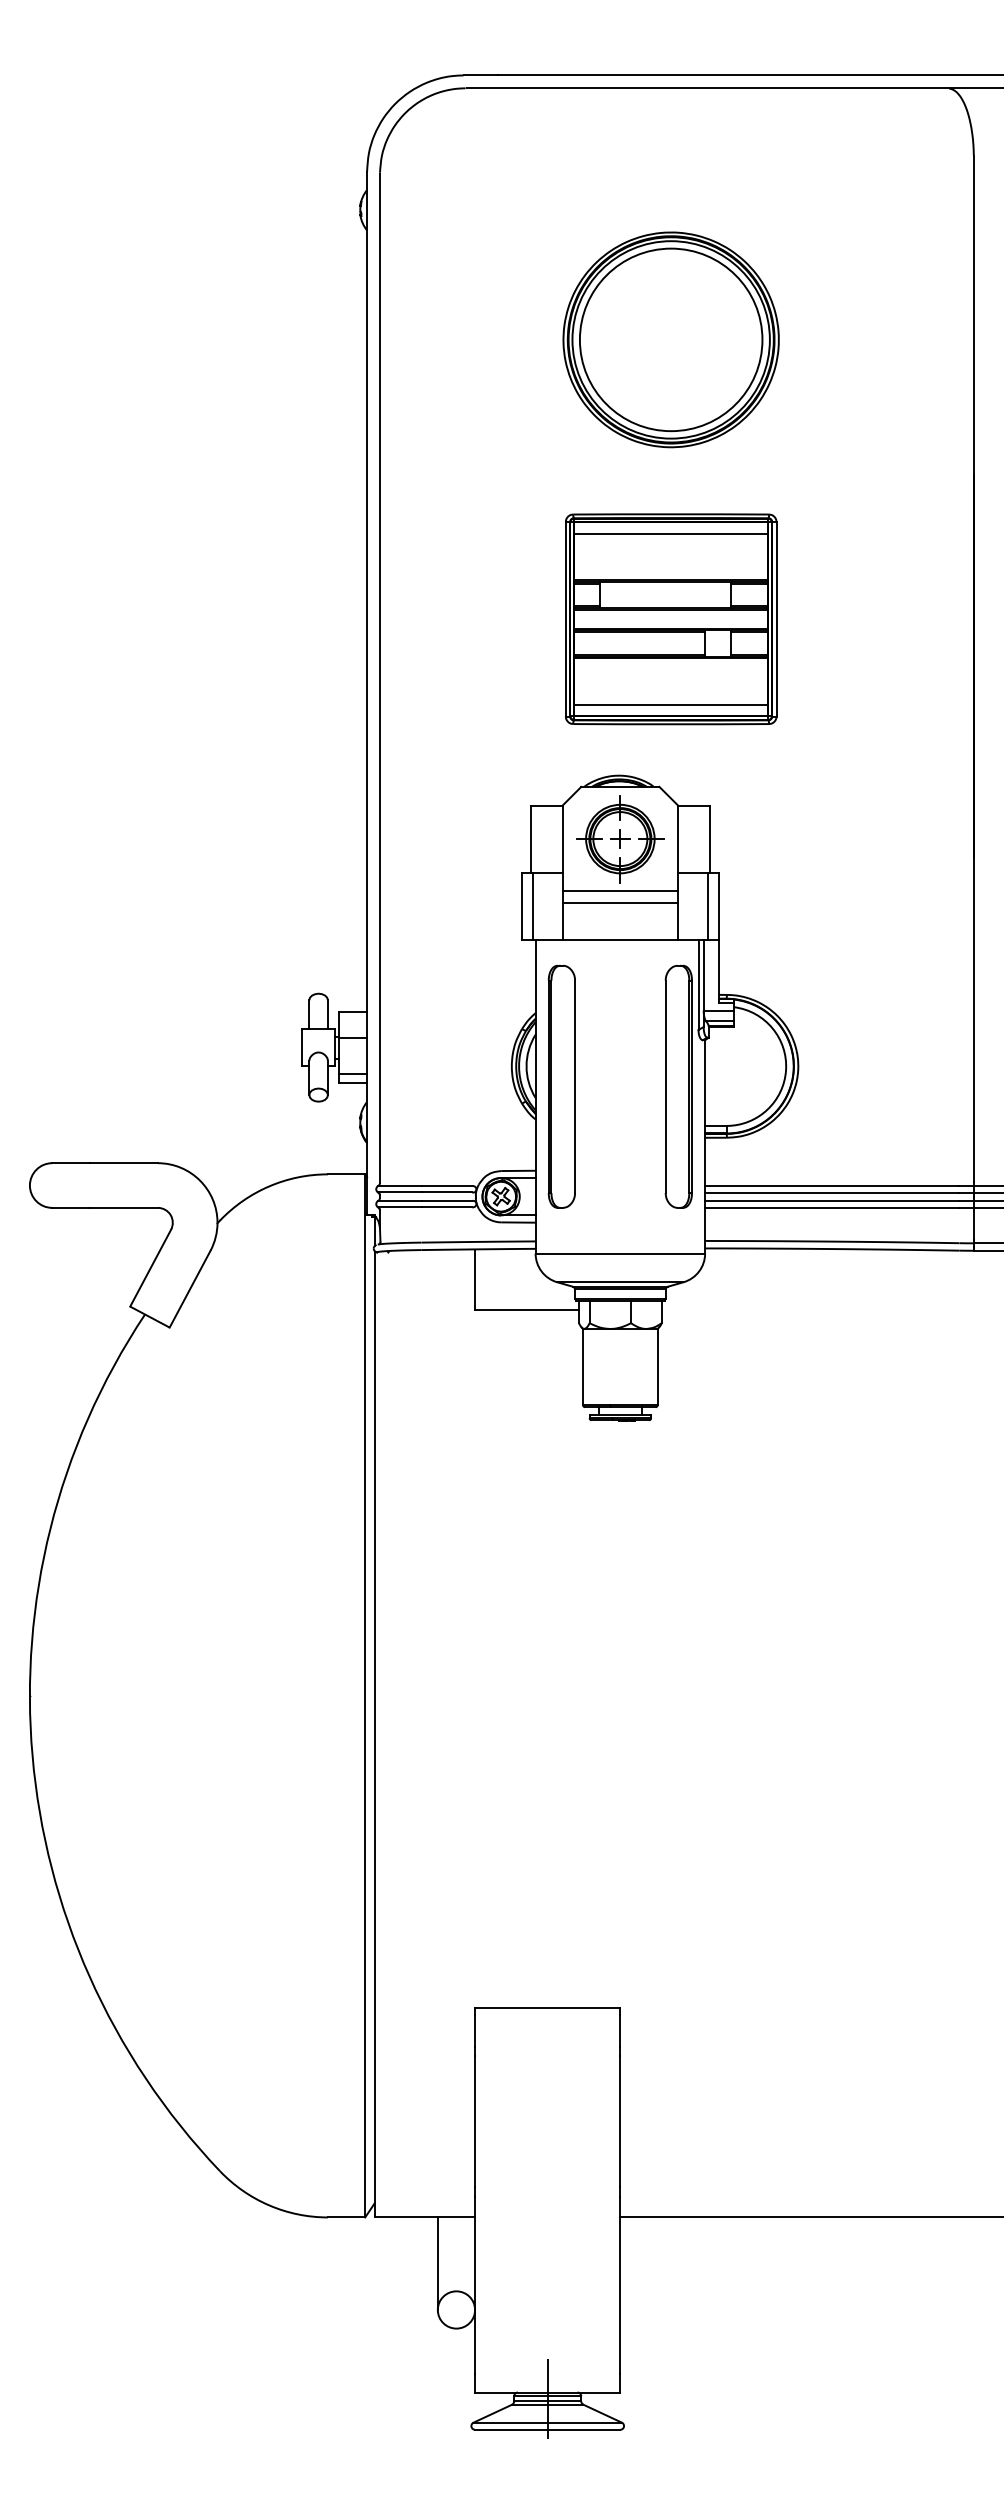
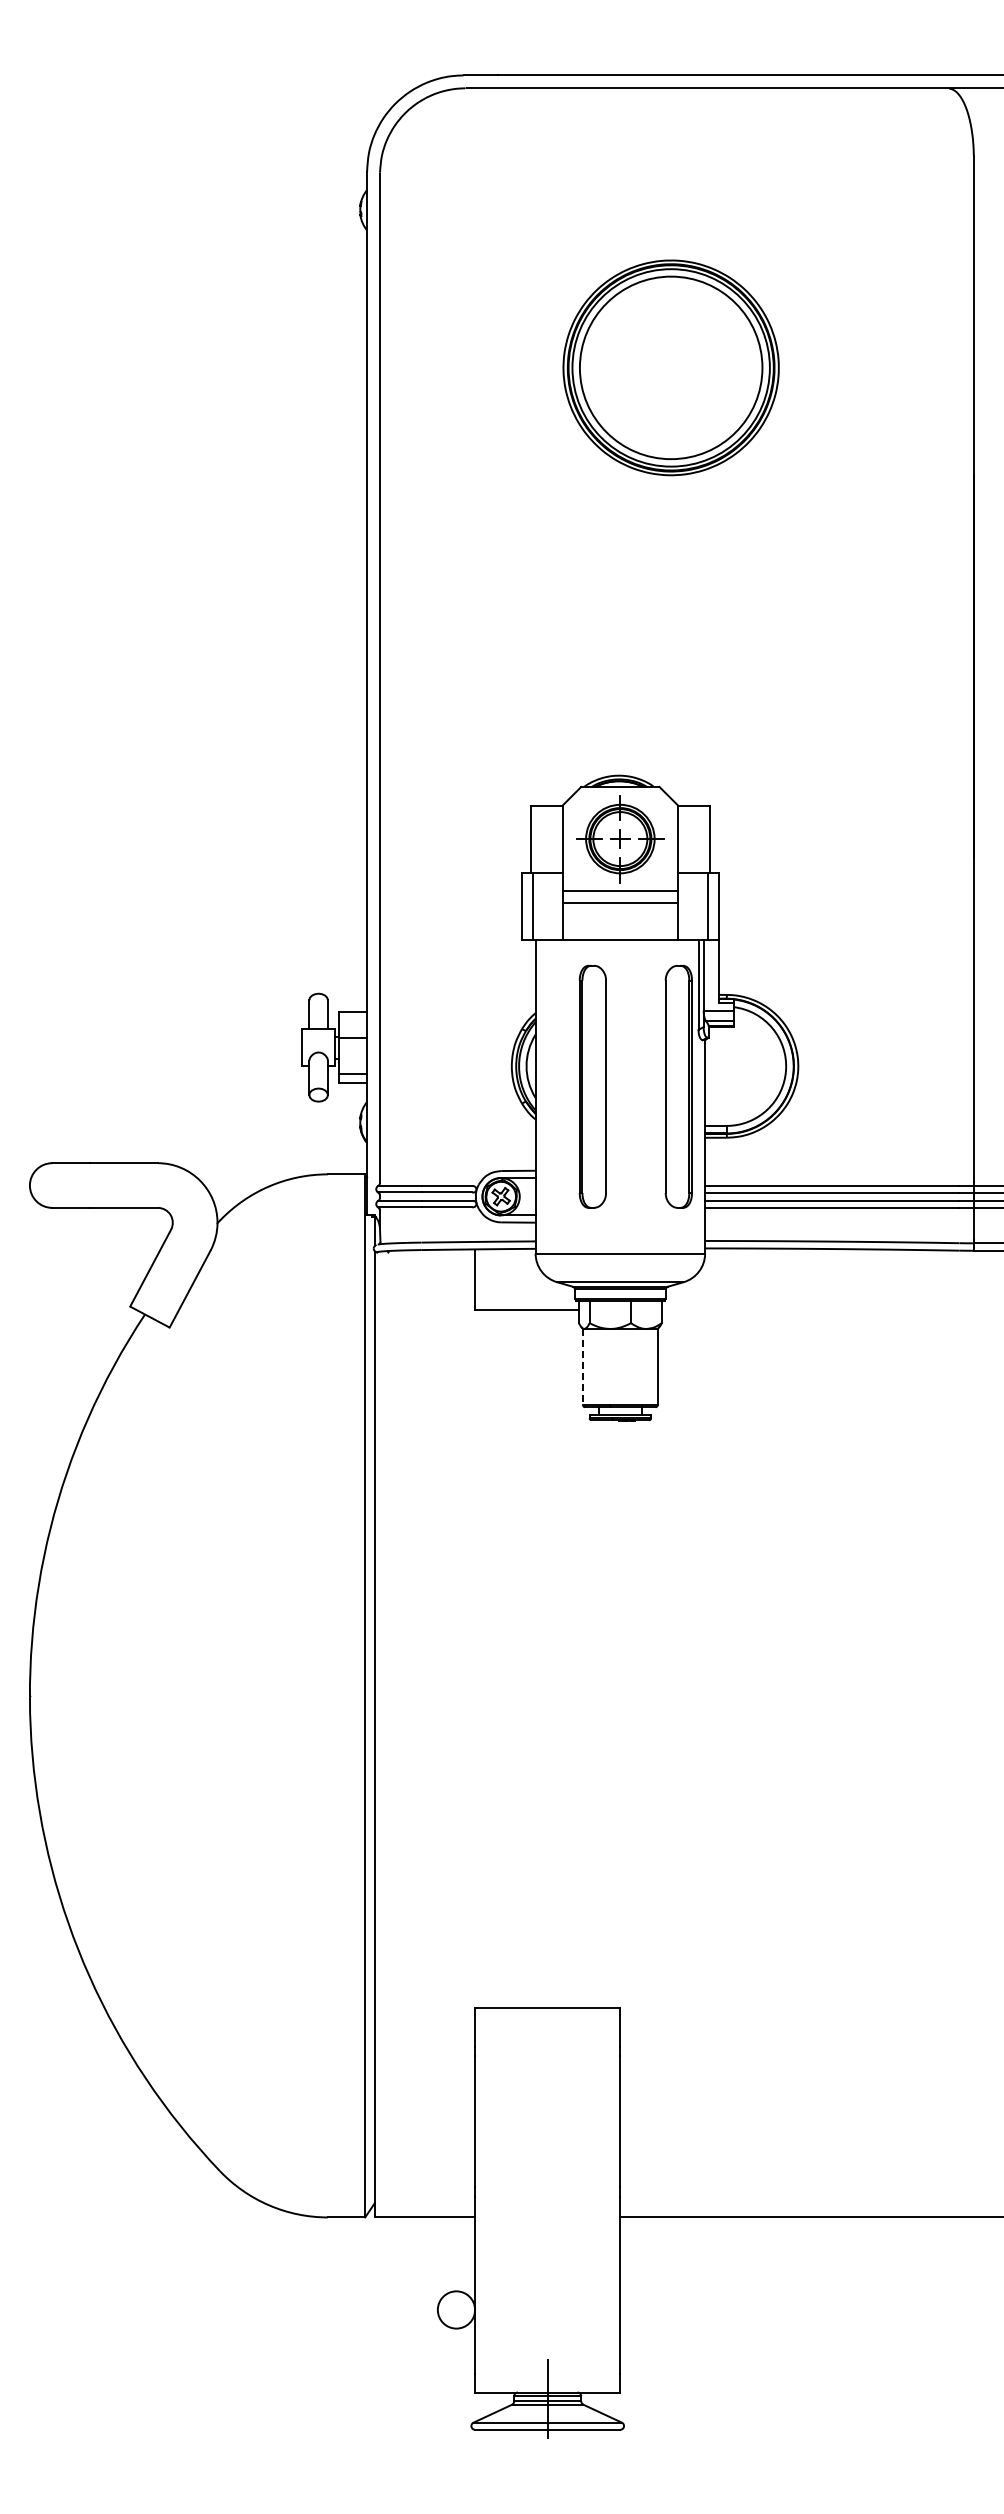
part at (670, 339) position: (670, 339) -> (670, 367)
part at (671, 619): present -> none
part at (561, 1086) position: (561, 1086) -> (592, 1086)
line at (583, 1367): solid -> dashed
line at (437, 2263): present -> none
